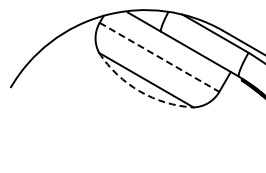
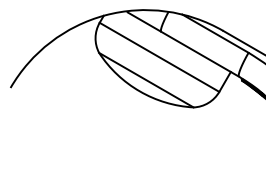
line at (159, 57): dashed -> solid
arc at (139, 91): dashed -> solid
